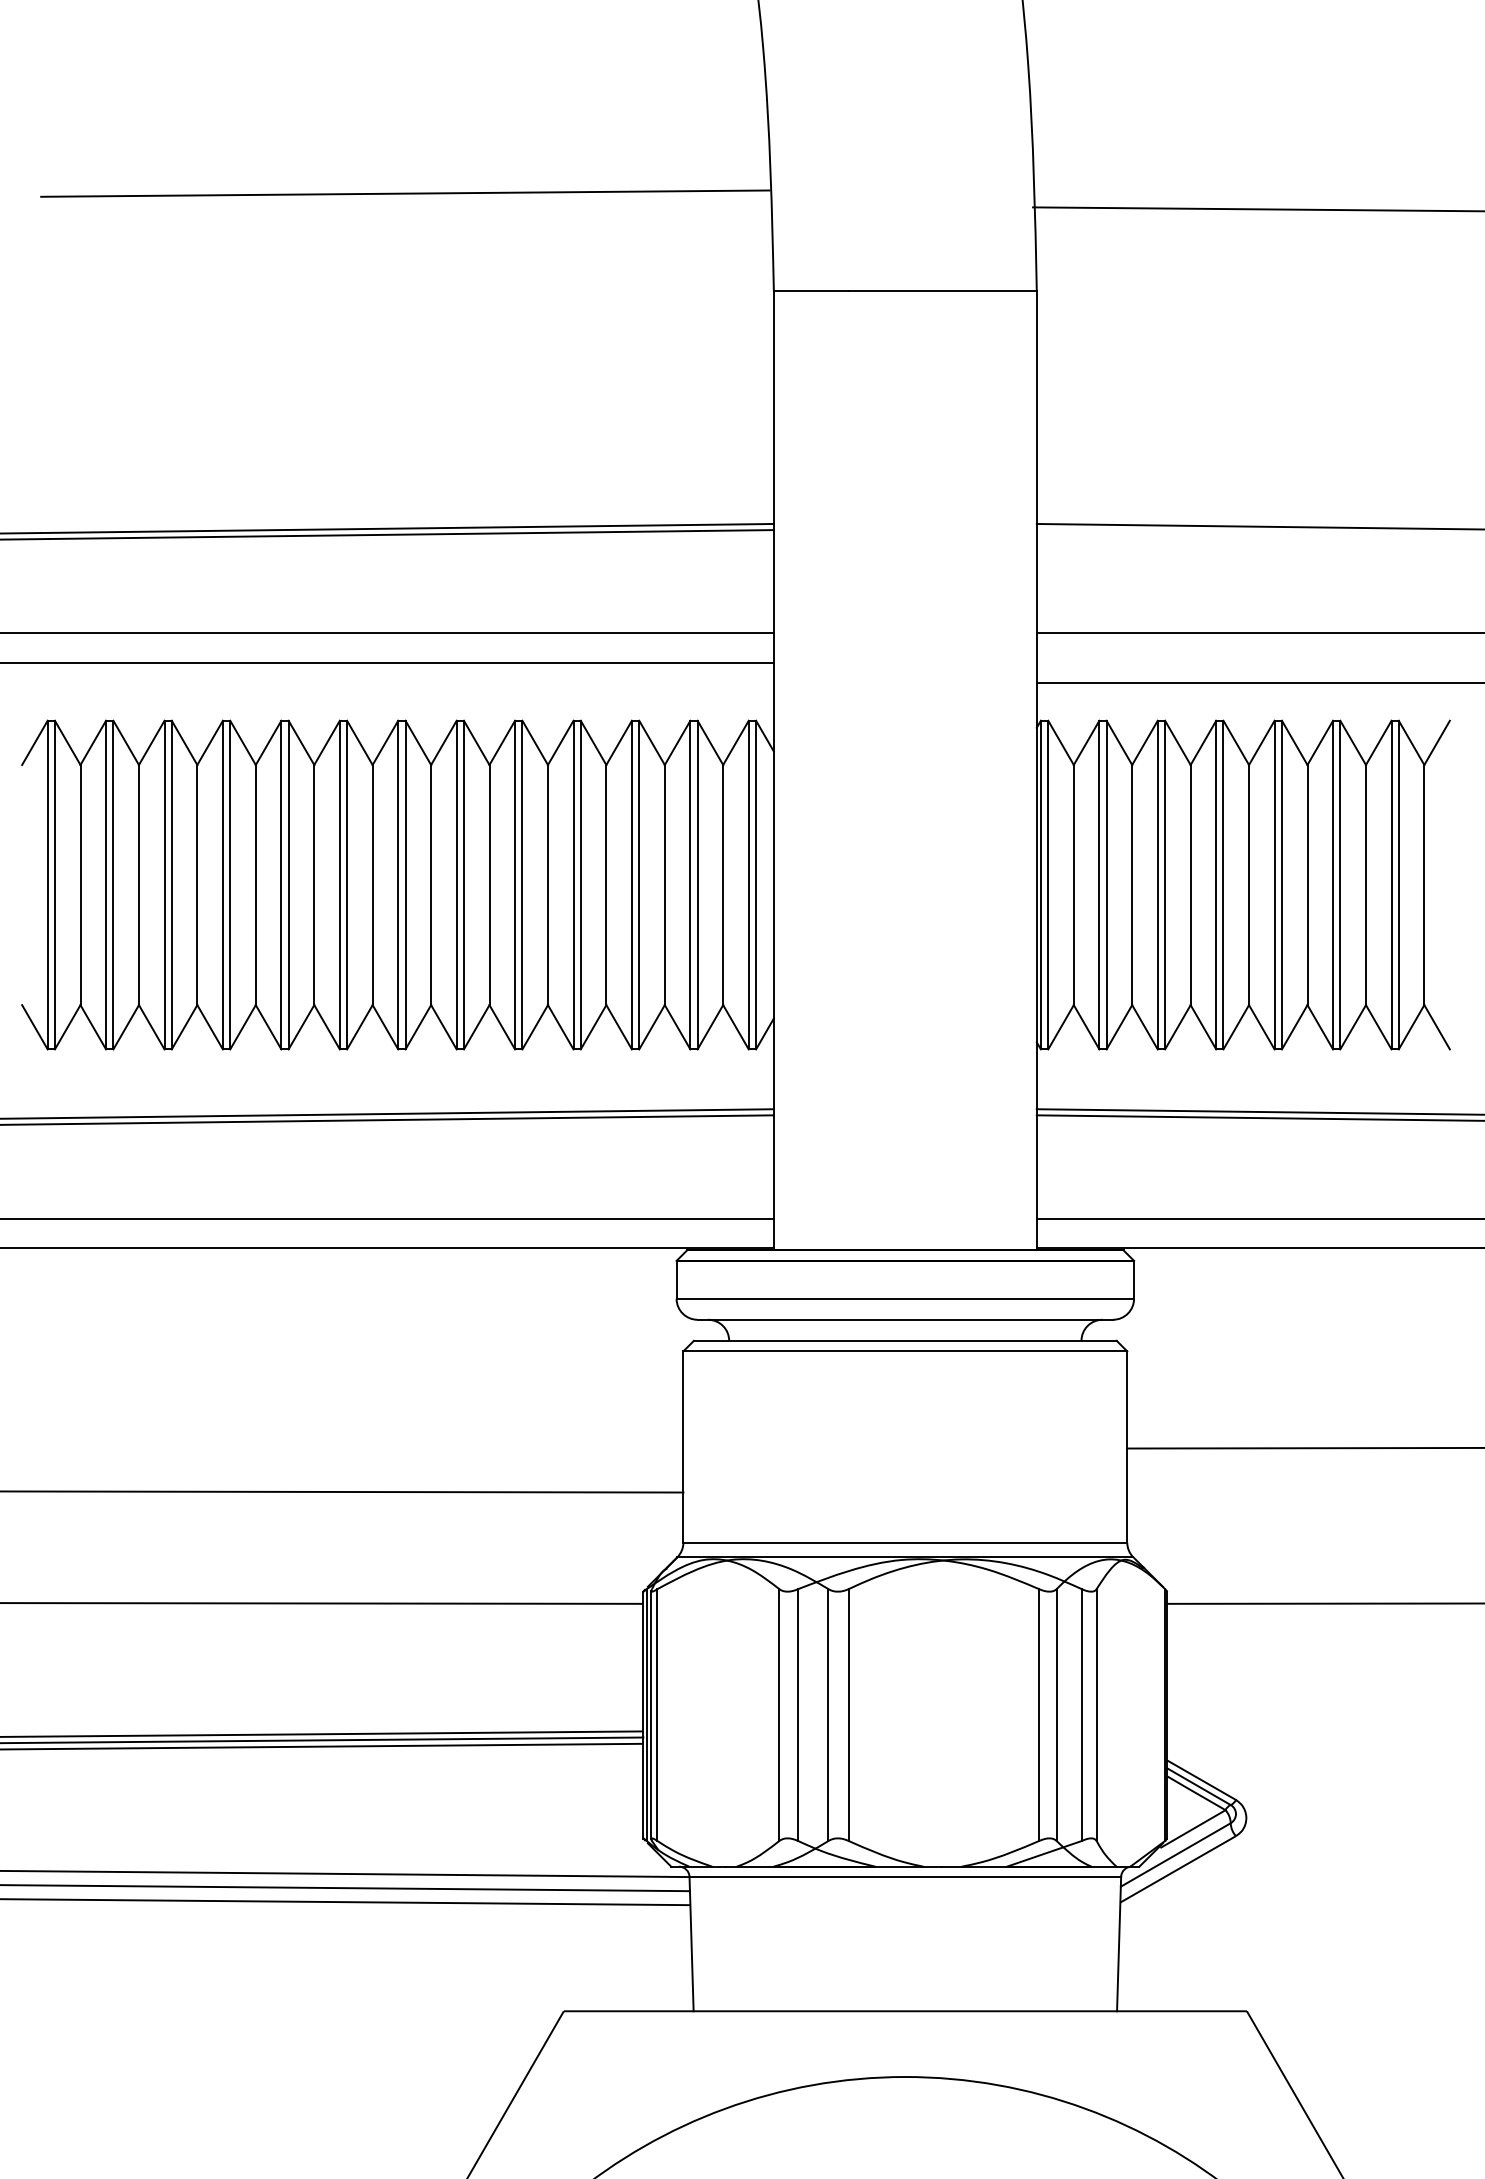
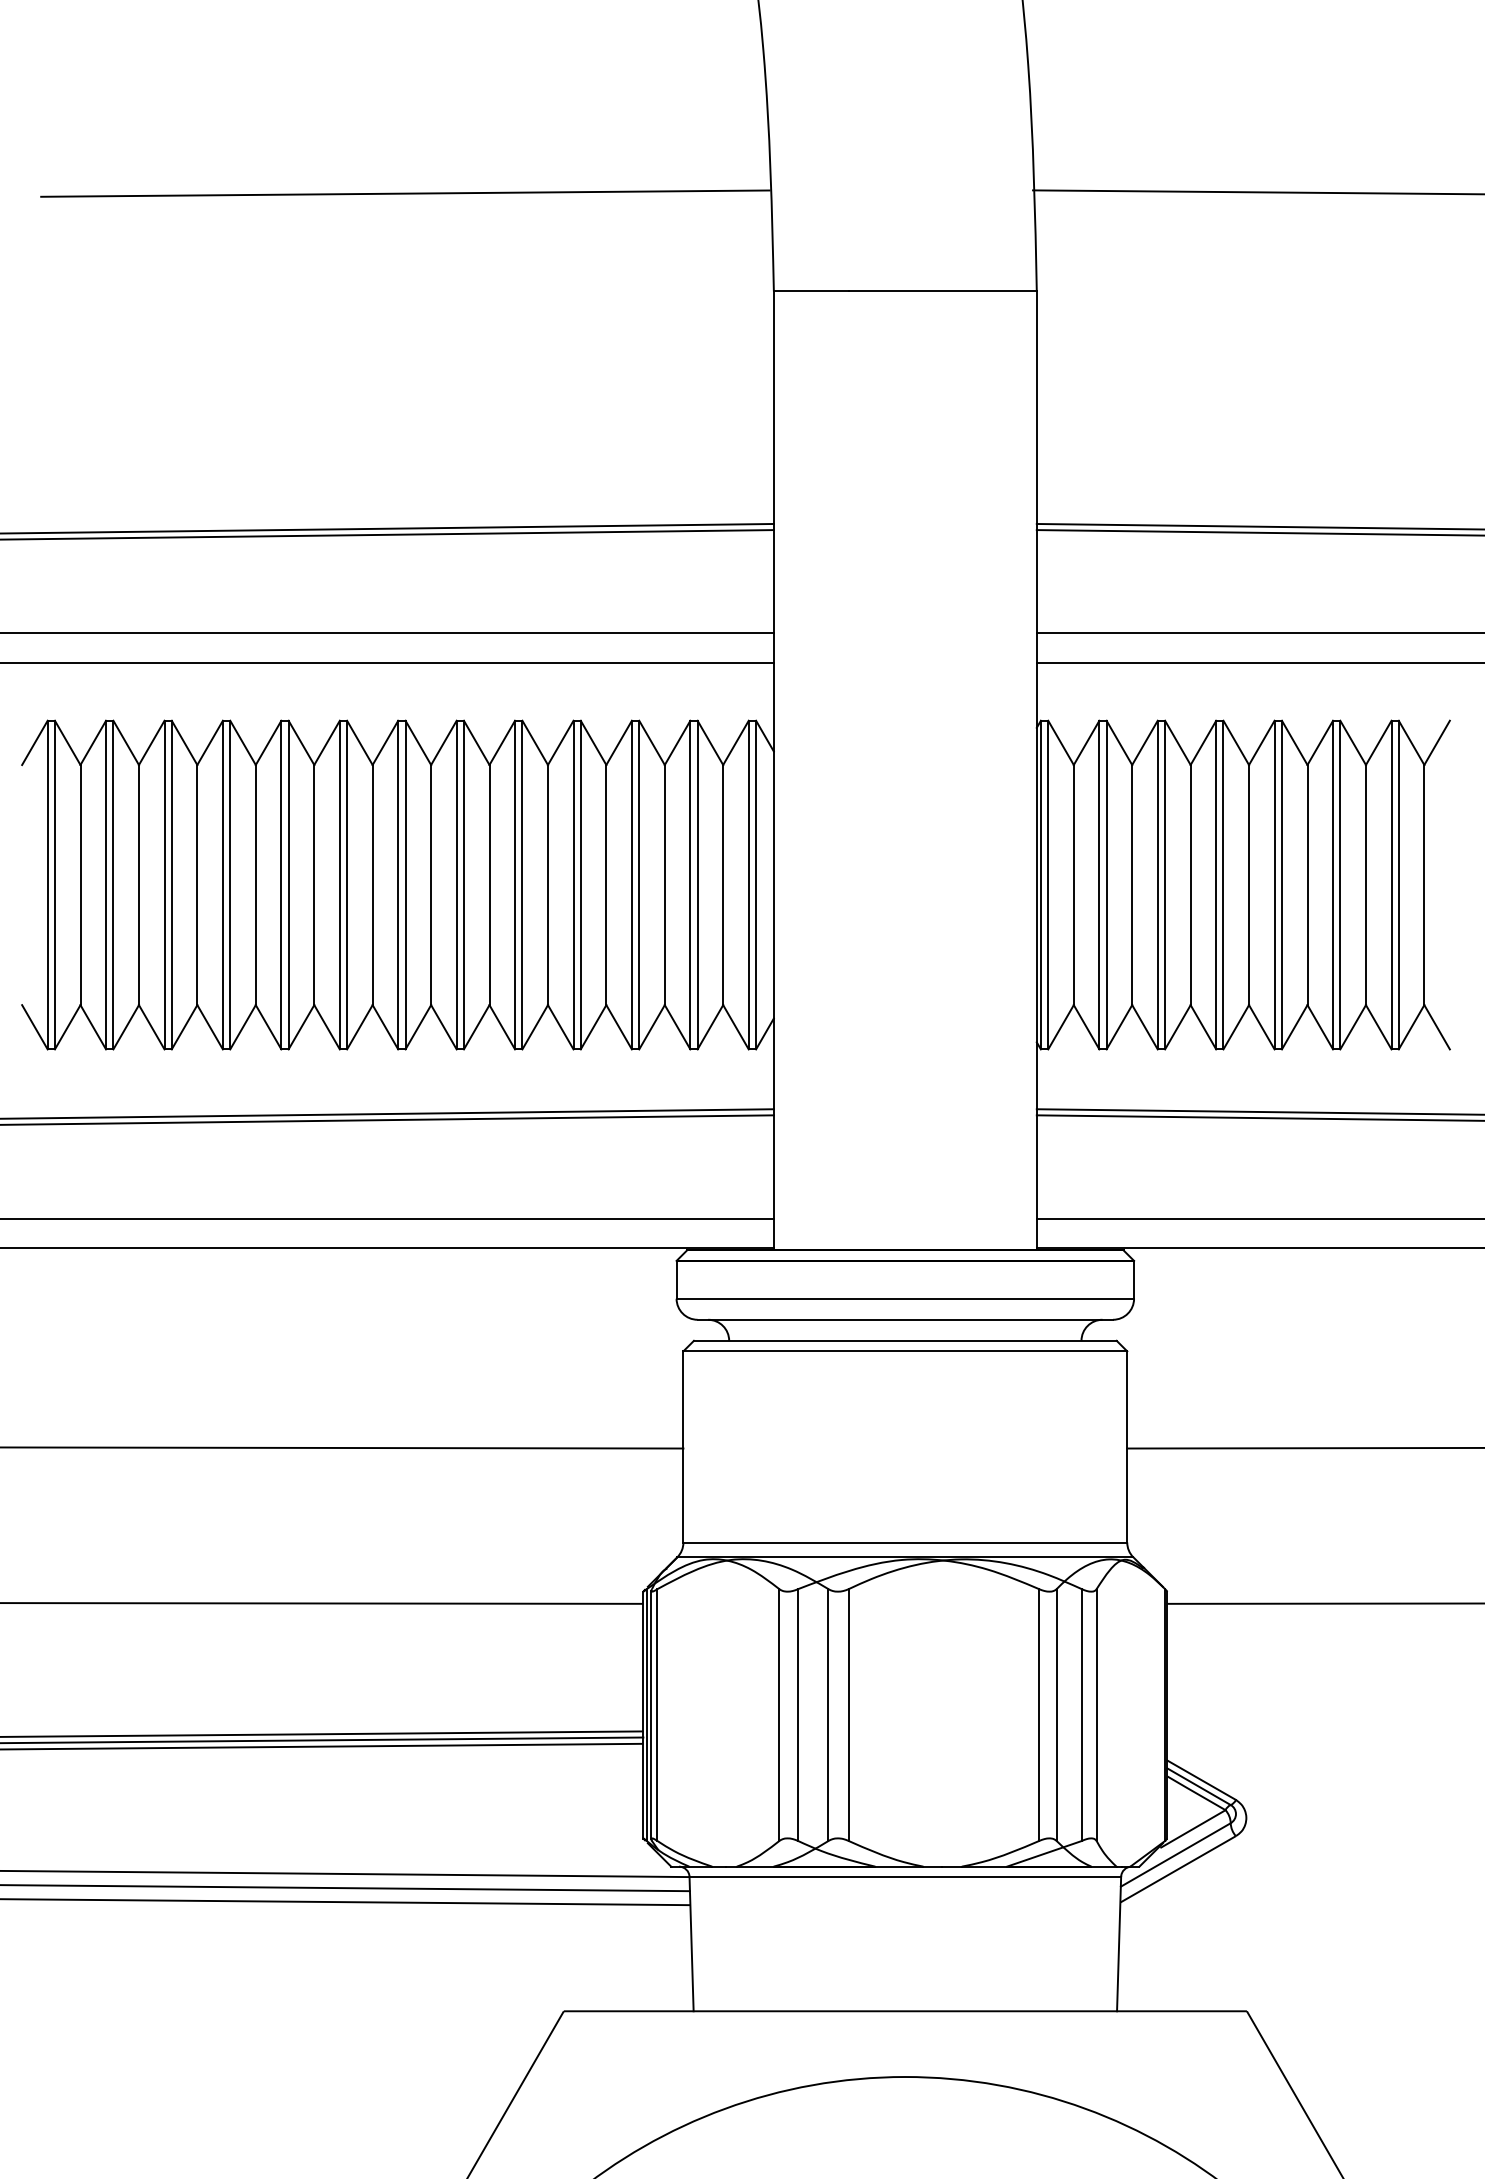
line at (1257, 209) position: (1257, 209) -> (1257, 192)
line at (1258, 532): none -> present
line at (1258, 683) position: (1258, 683) -> (1258, 663)
line at (342, 1491) position: (342, 1491) -> (342, 1447)
